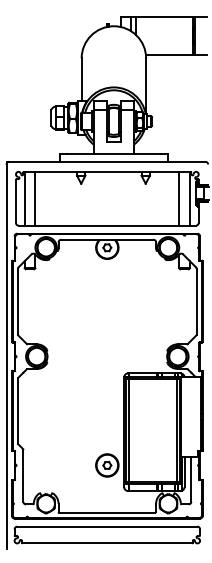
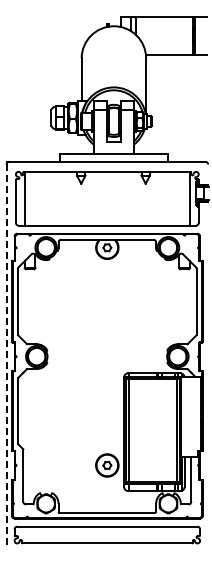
line at (35, 198): present -> none
line at (179, 198): present -> none
line at (6, 357): solid -> dashed
